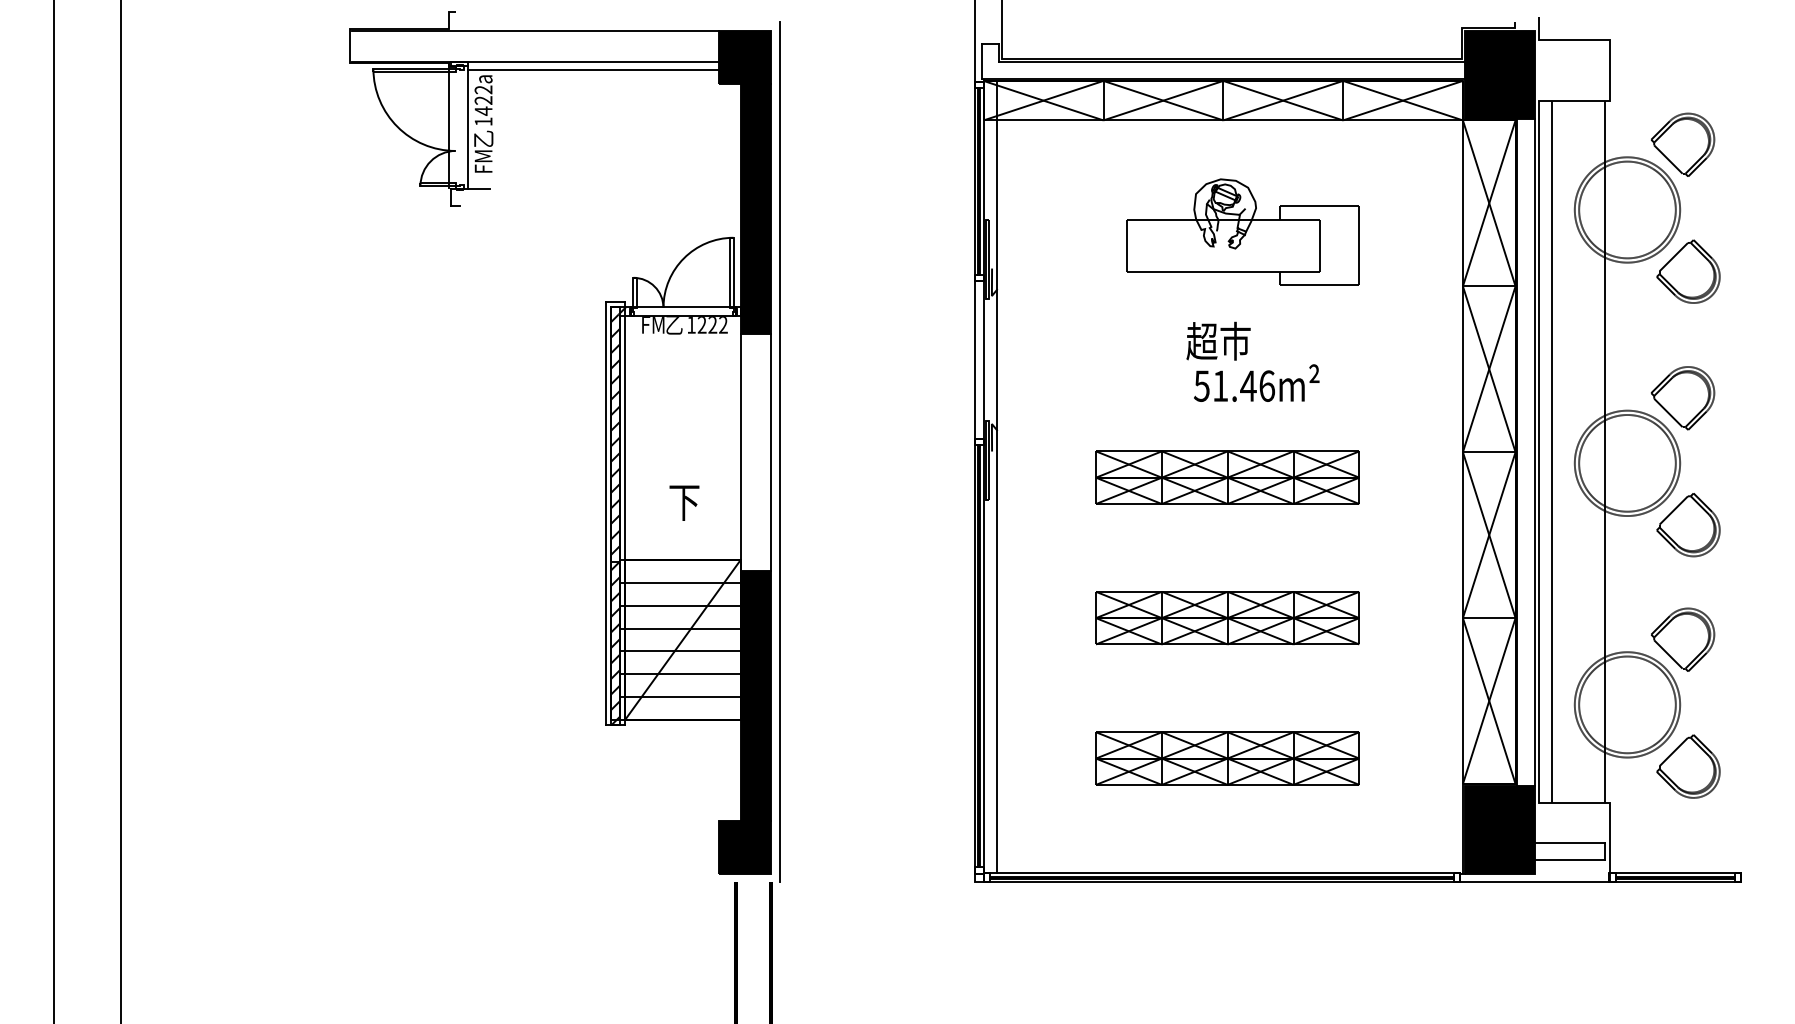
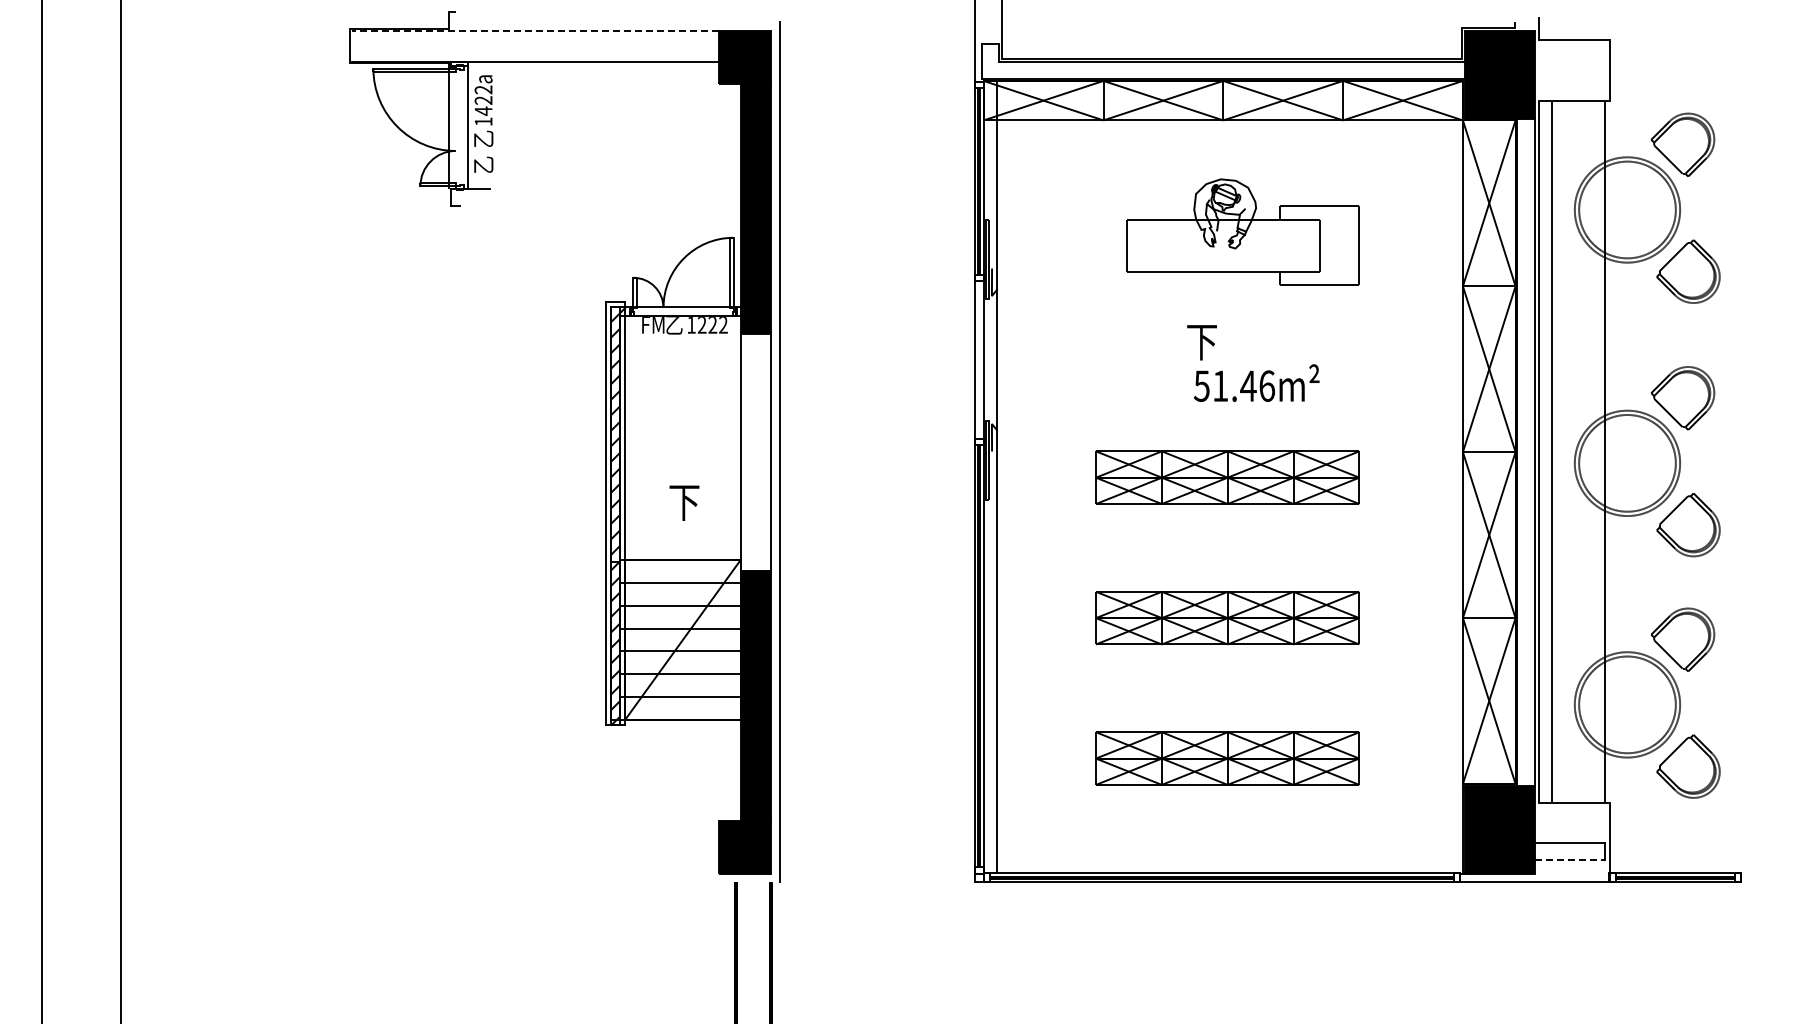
line at (534, 30): solid -> dashed
line at (593, 70): present -> none
text at (483, 161): FM -> 乙
text at (1218, 340): 超市 -> 下
line at (53, 511) position: (53, 511) -> (41, 511)
line at (1570, 860): solid -> dashed
